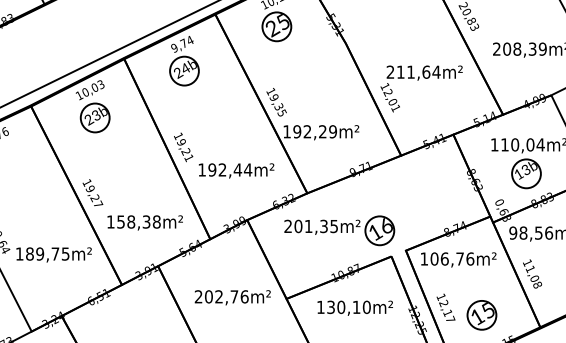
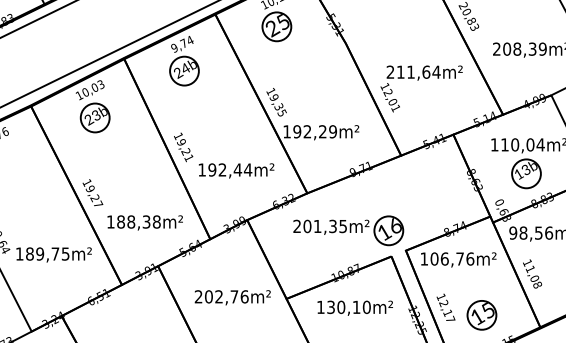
line at (37, 19): none -> present
text at (120, 221): 158,38m² -> 188,38m²
part at (339, 230) position: (339, 230) -> (348, 230)
